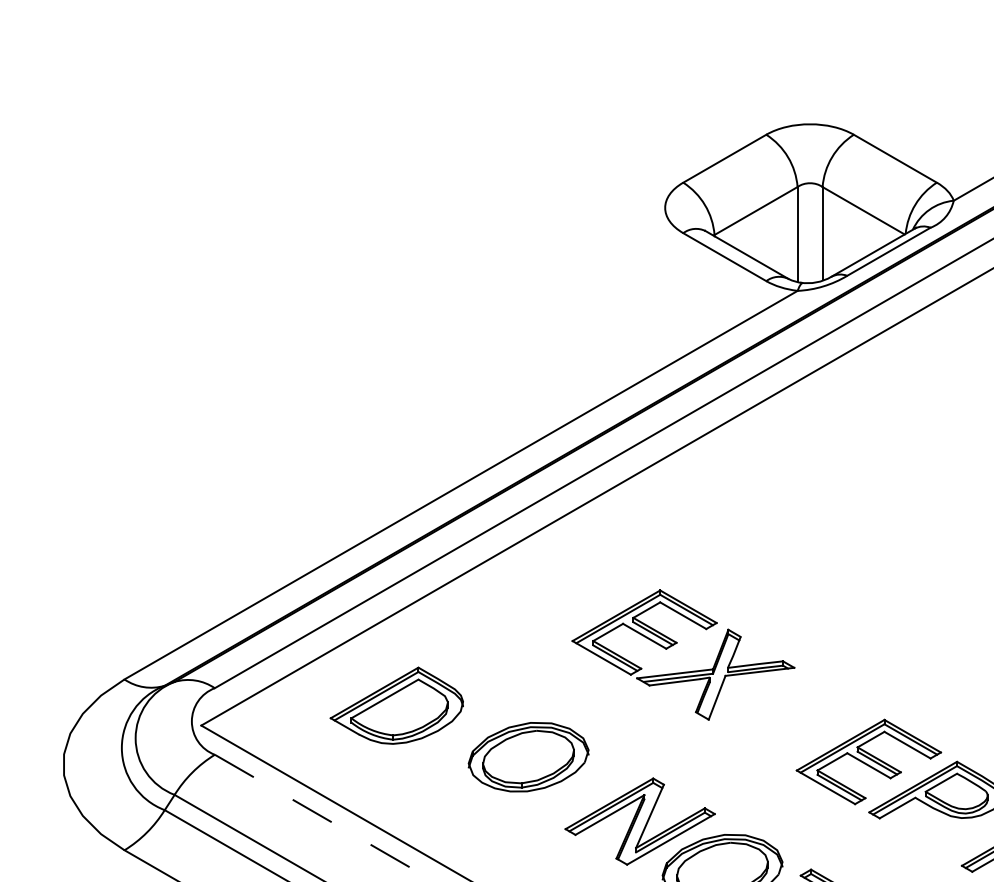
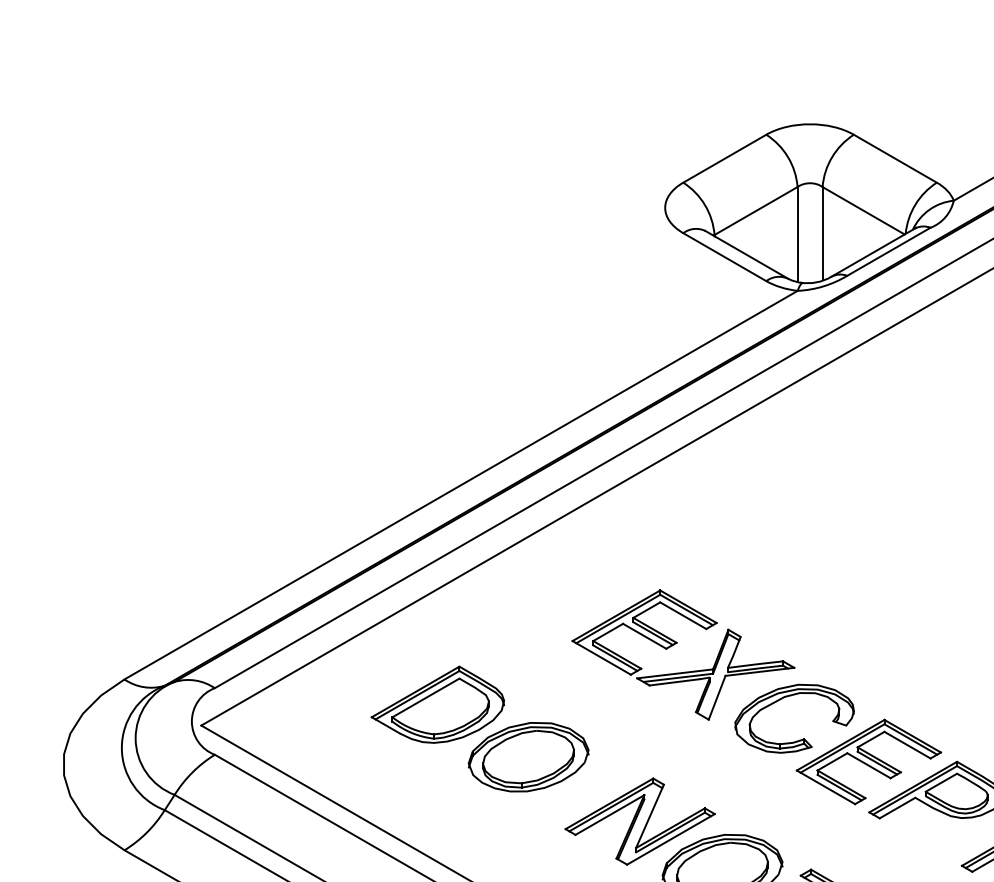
part at (396, 705) position: (396, 705) -> (437, 704)
part at (799, 739): none -> present
line at (324, 818): dashed -> solid
